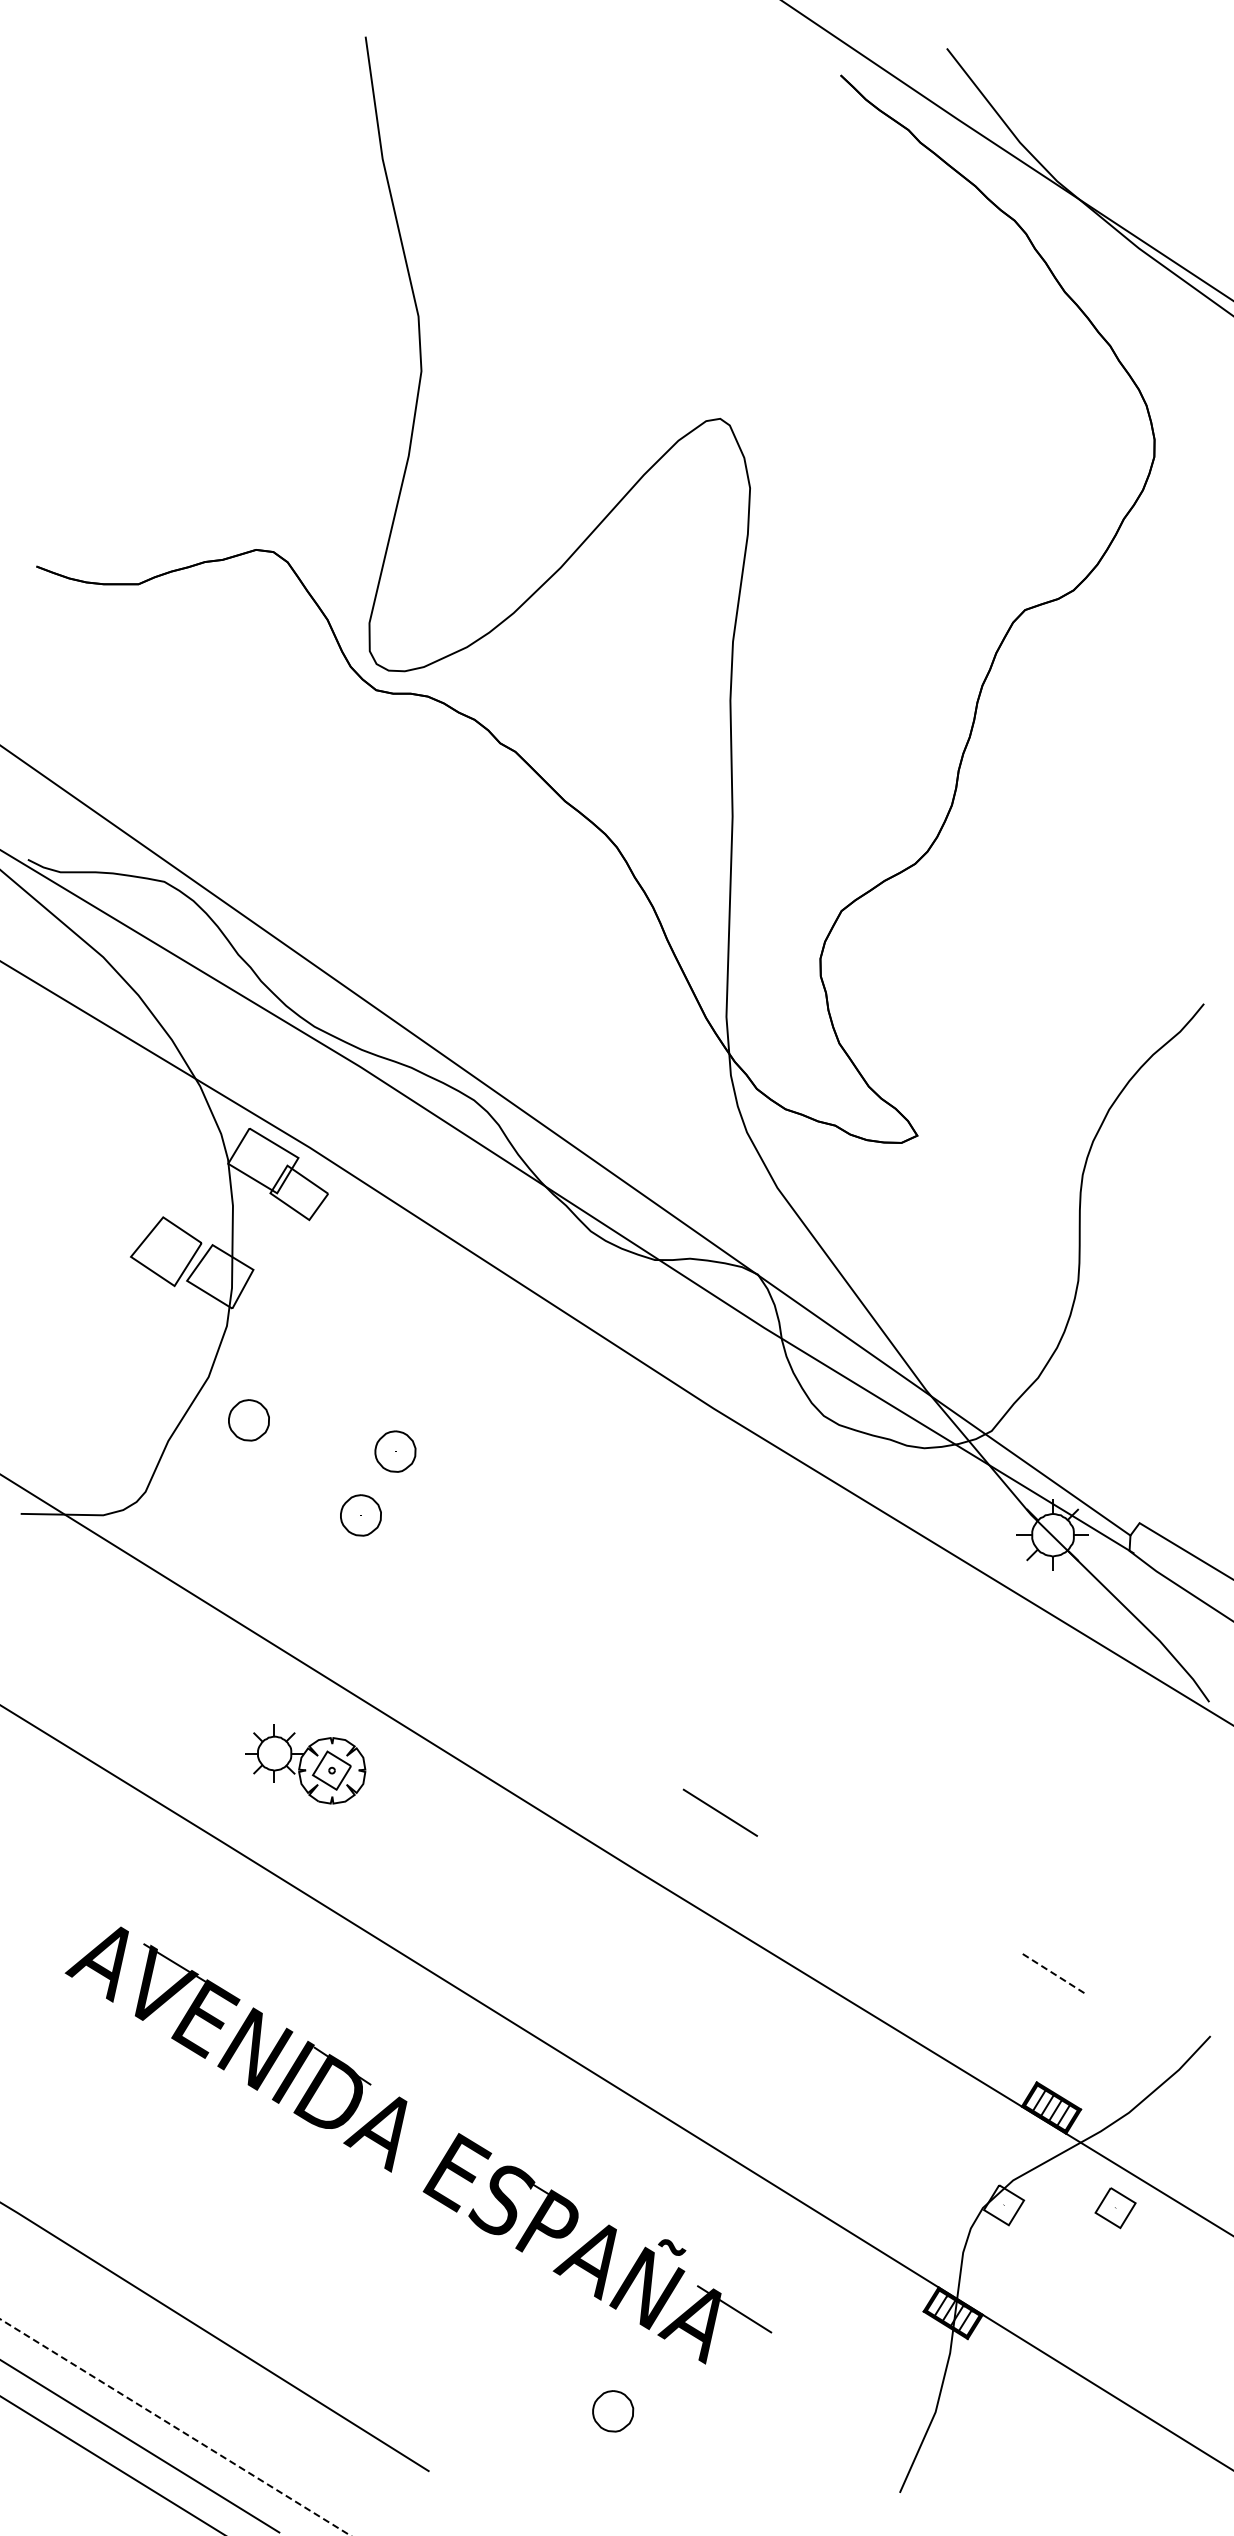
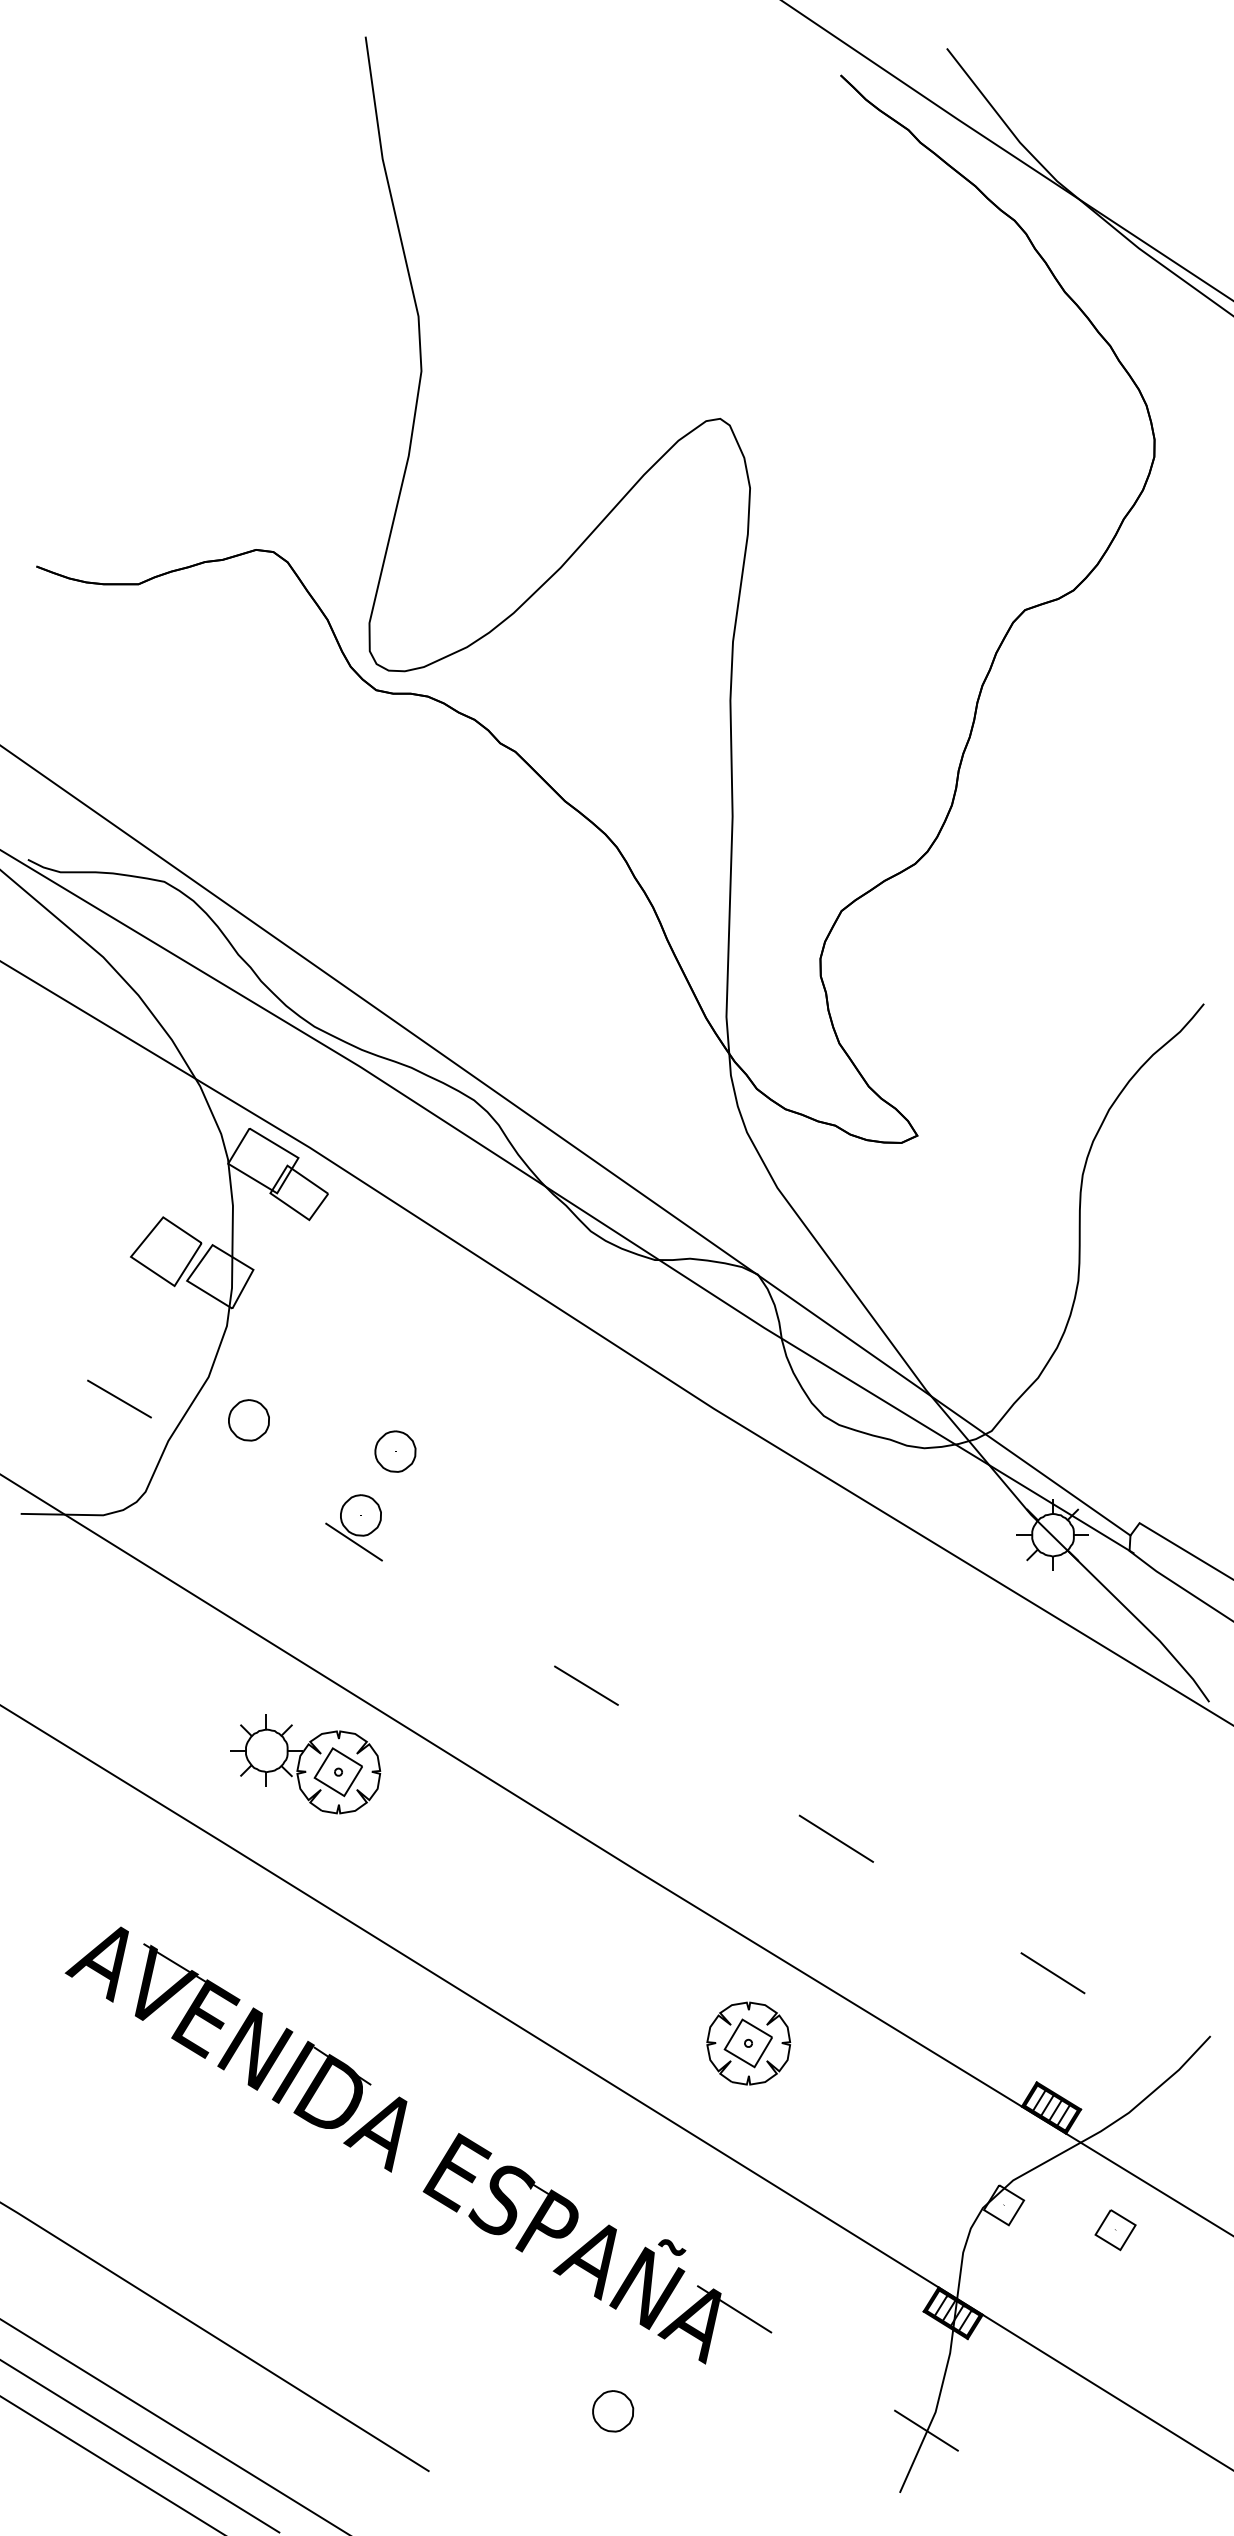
line at (119, 1398): none -> present
line at (353, 1541): none -> present
line at (586, 1685): none -> present
part at (305, 1764) size: 122x81 px -> 152x101 px
line at (719, 1812) position: (719, 1812) -> (835, 1838)
line at (1052, 1972): dashed -> solid
part at (748, 2043): none -> present
part at (1115, 2208) position: (1115, 2208) -> (1115, 2230)
line at (175, 2427): dashed -> solid
line at (926, 2430): none -> present
